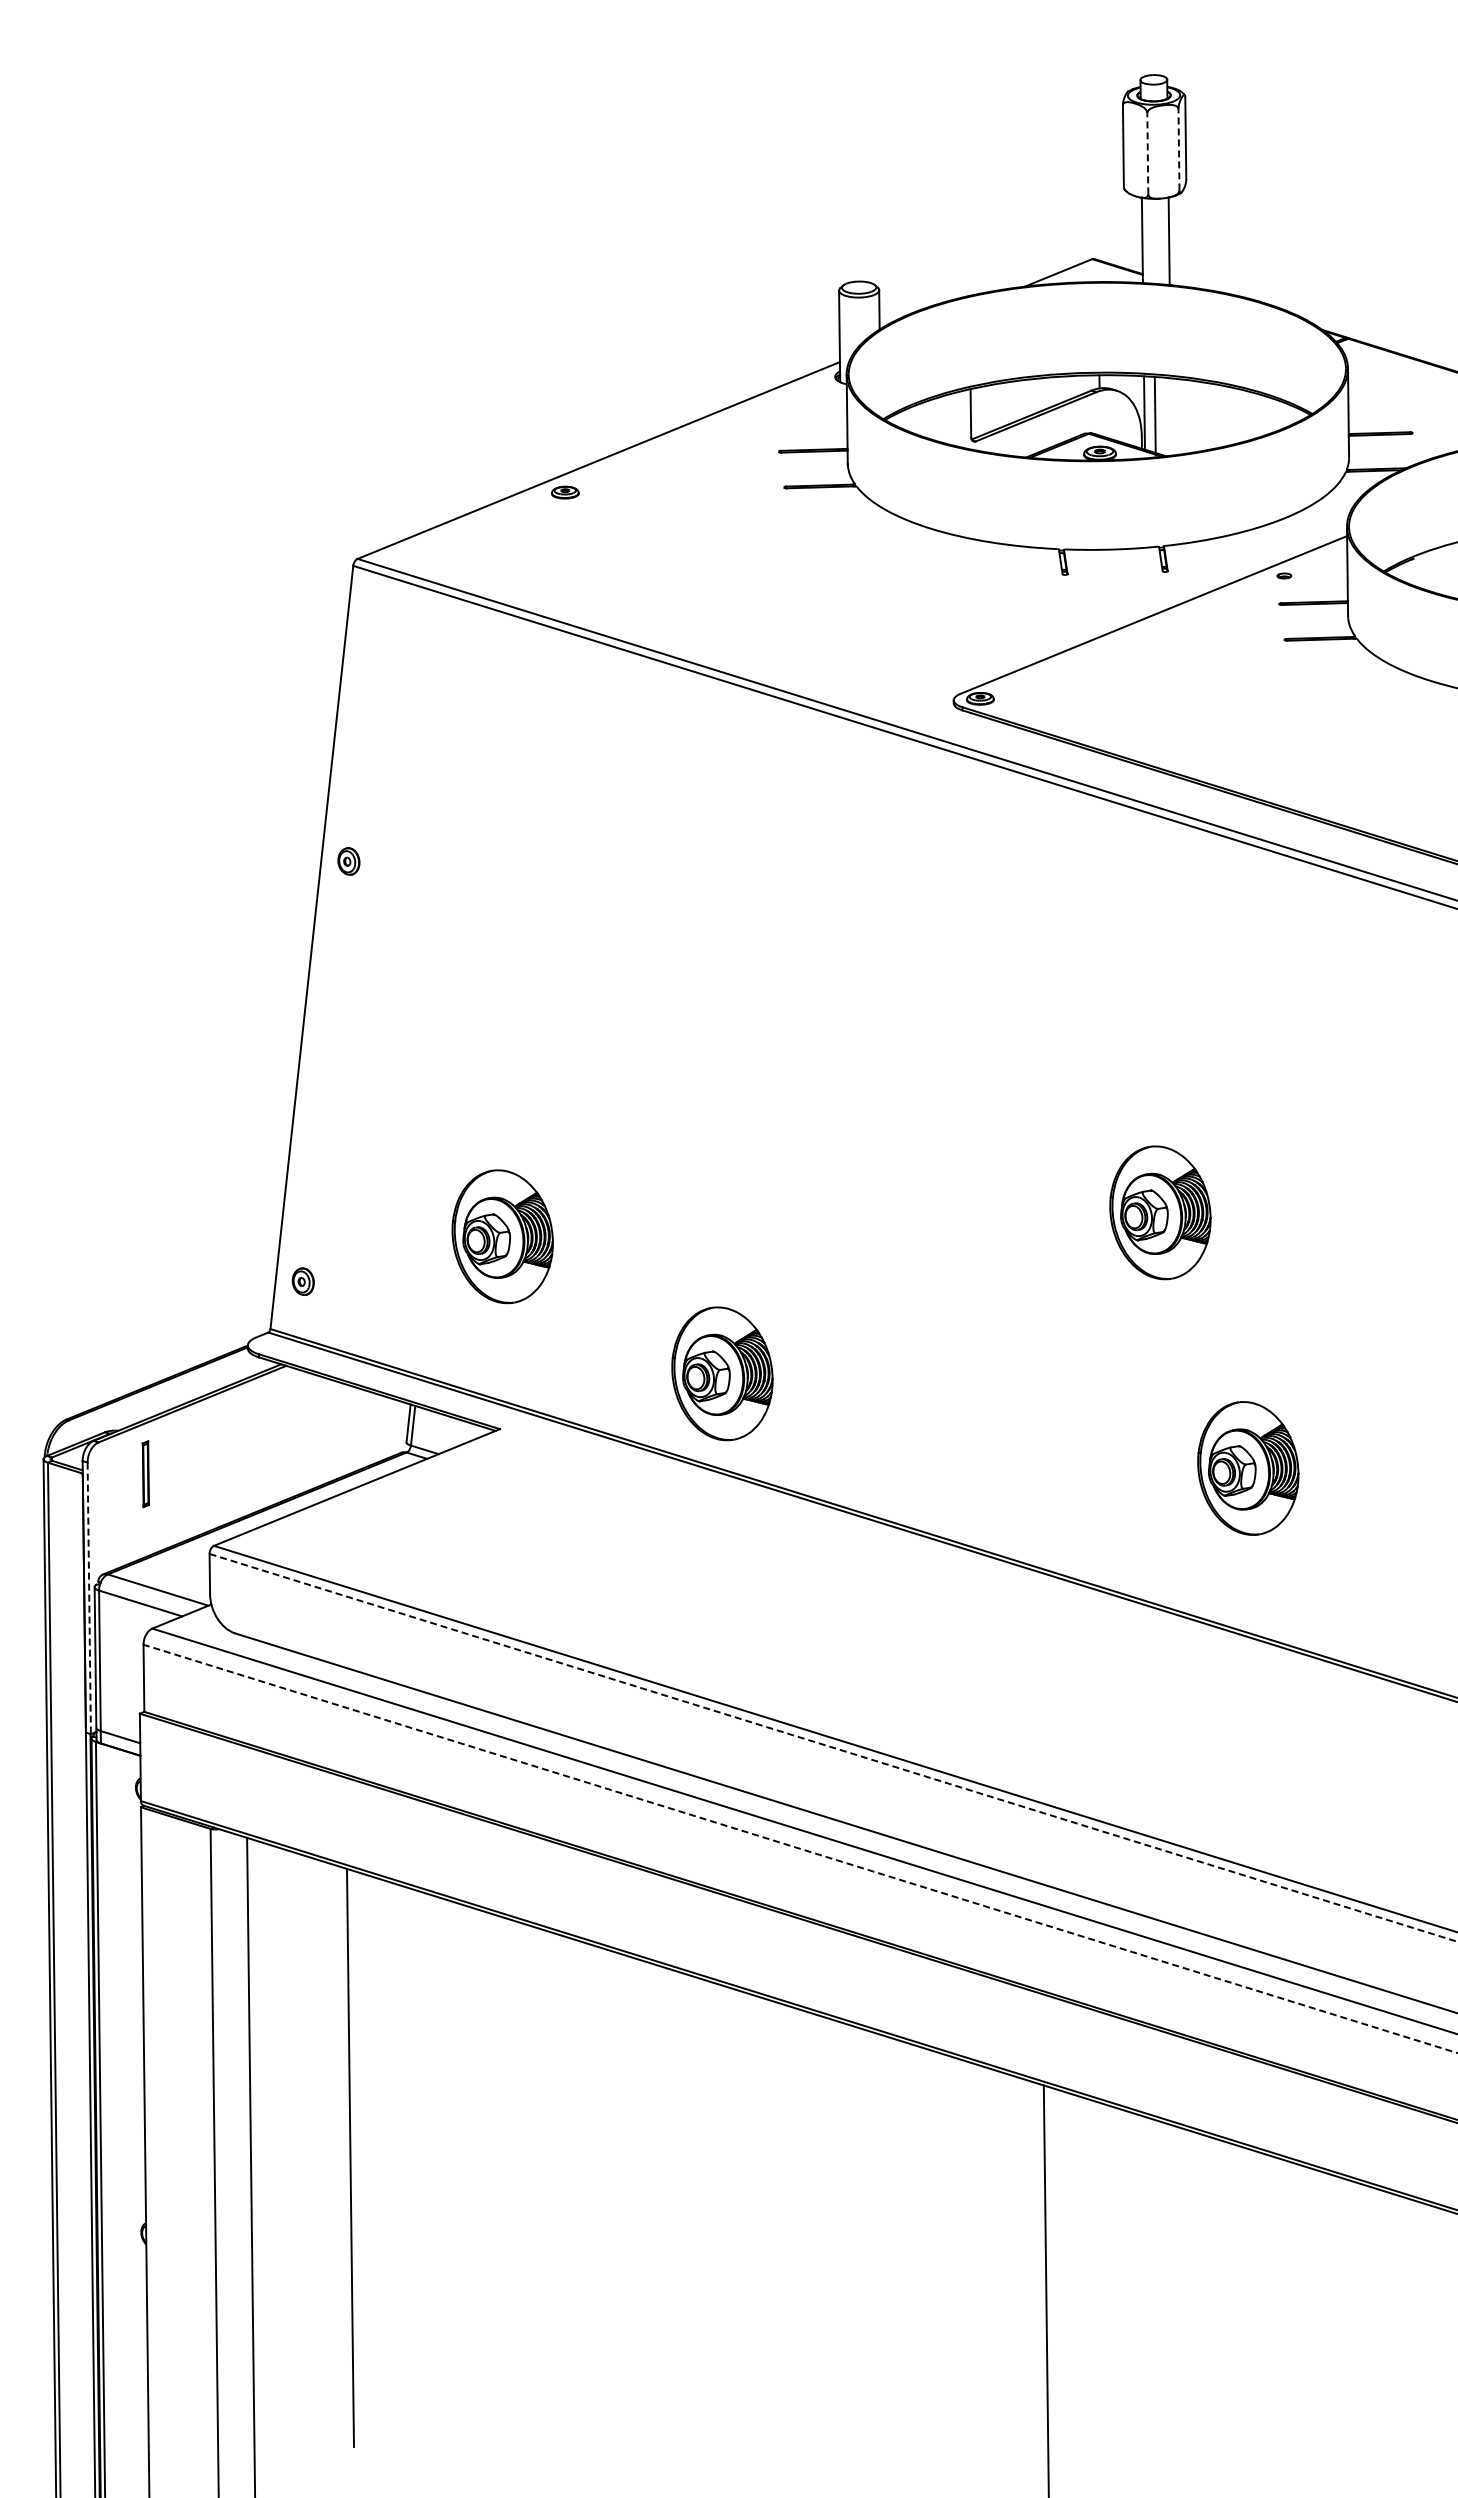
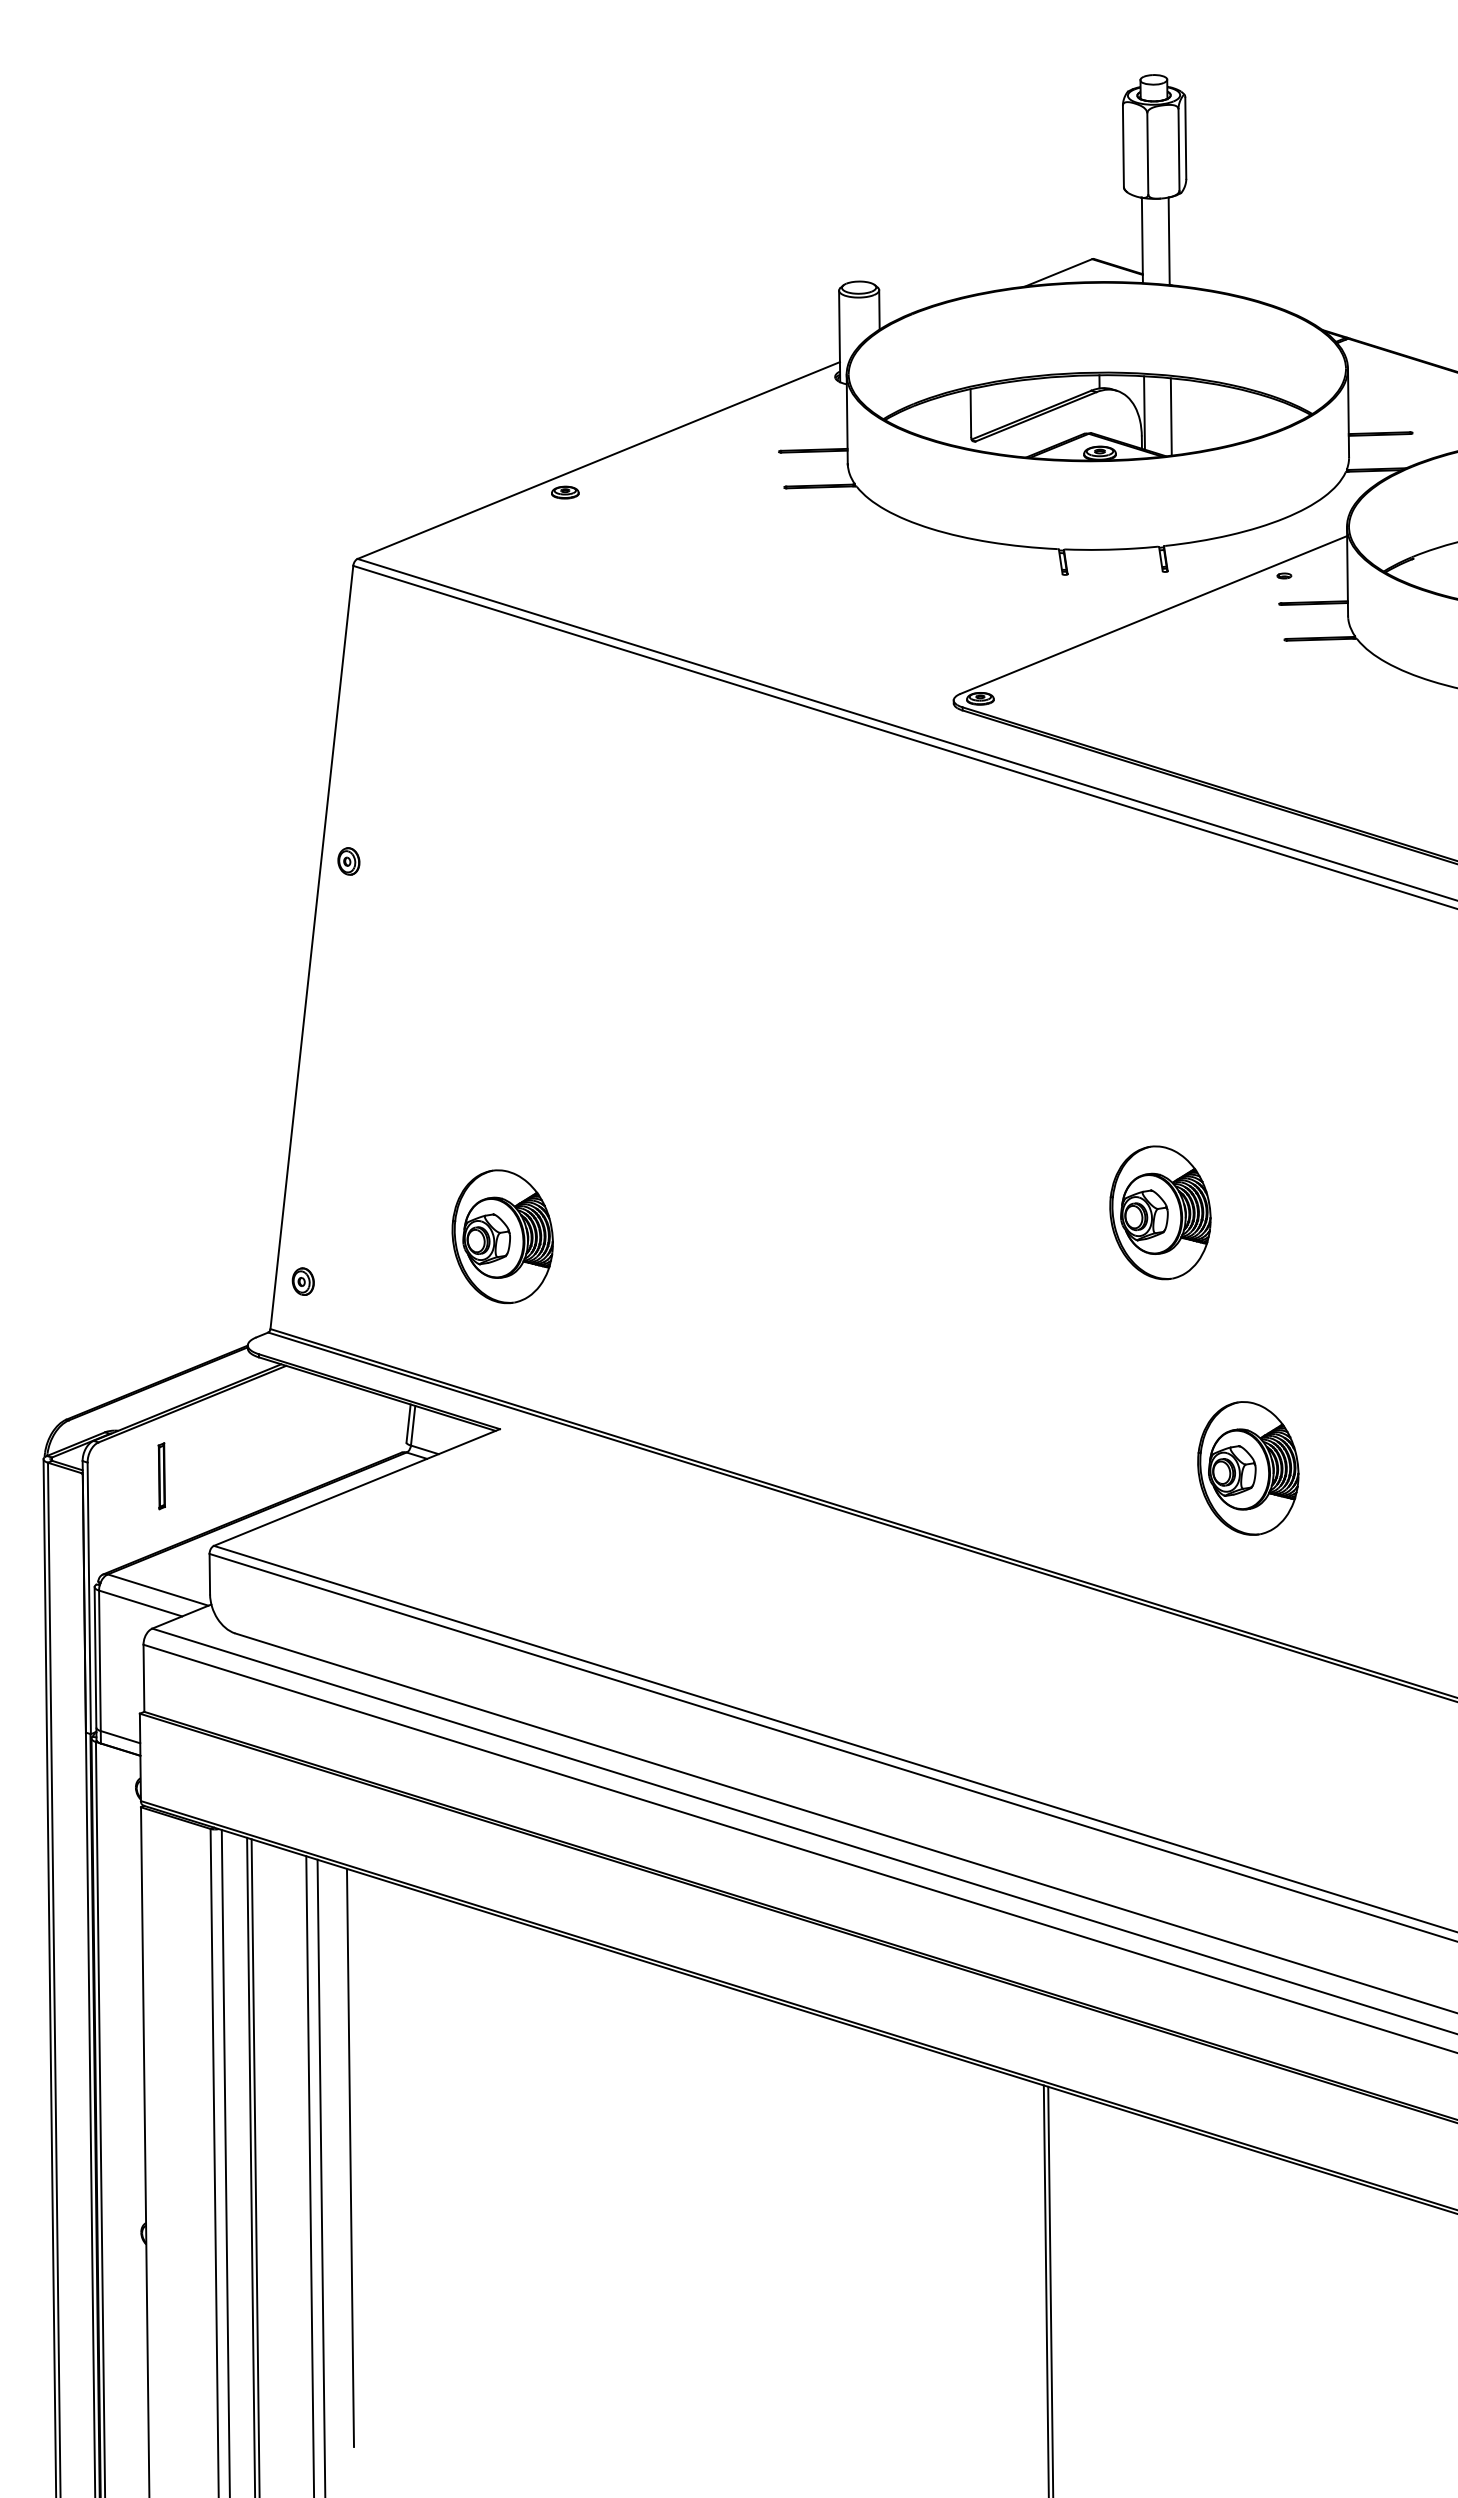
line at (1179, 149): dashed -> solid
line at (1147, 153): dashed -> solid
line at (1154, 416) position: (1154, 416) -> (1170, 416)
part at (722, 1373): present -> none
part at (145, 1474) position: (145, 1474) -> (161, 1476)
line at (89, 1598): dashed -> solid
line at (833, 1747): dashed -> solid
line at (800, 1848): dashed -> solid
line at (225, 2162): none -> present
line at (255, 2166): none -> present
line at (310, 2175): none -> present
line at (321, 2176): none -> present
line at (1050, 2290): none -> present
